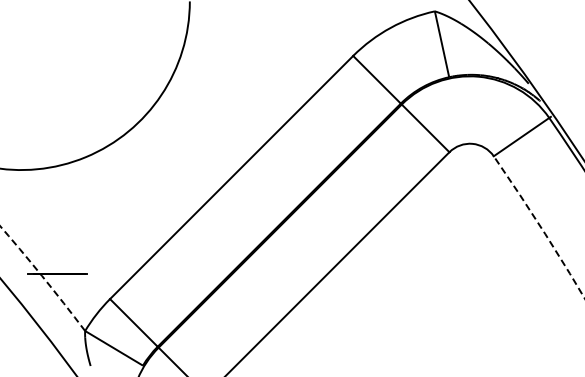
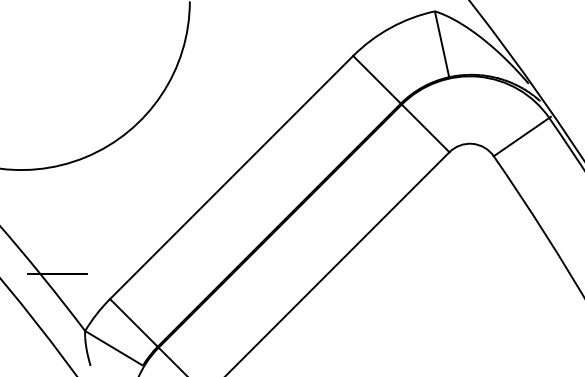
arc at (540, 226): dashed -> solid
arc at (43, 277): dashed -> solid
